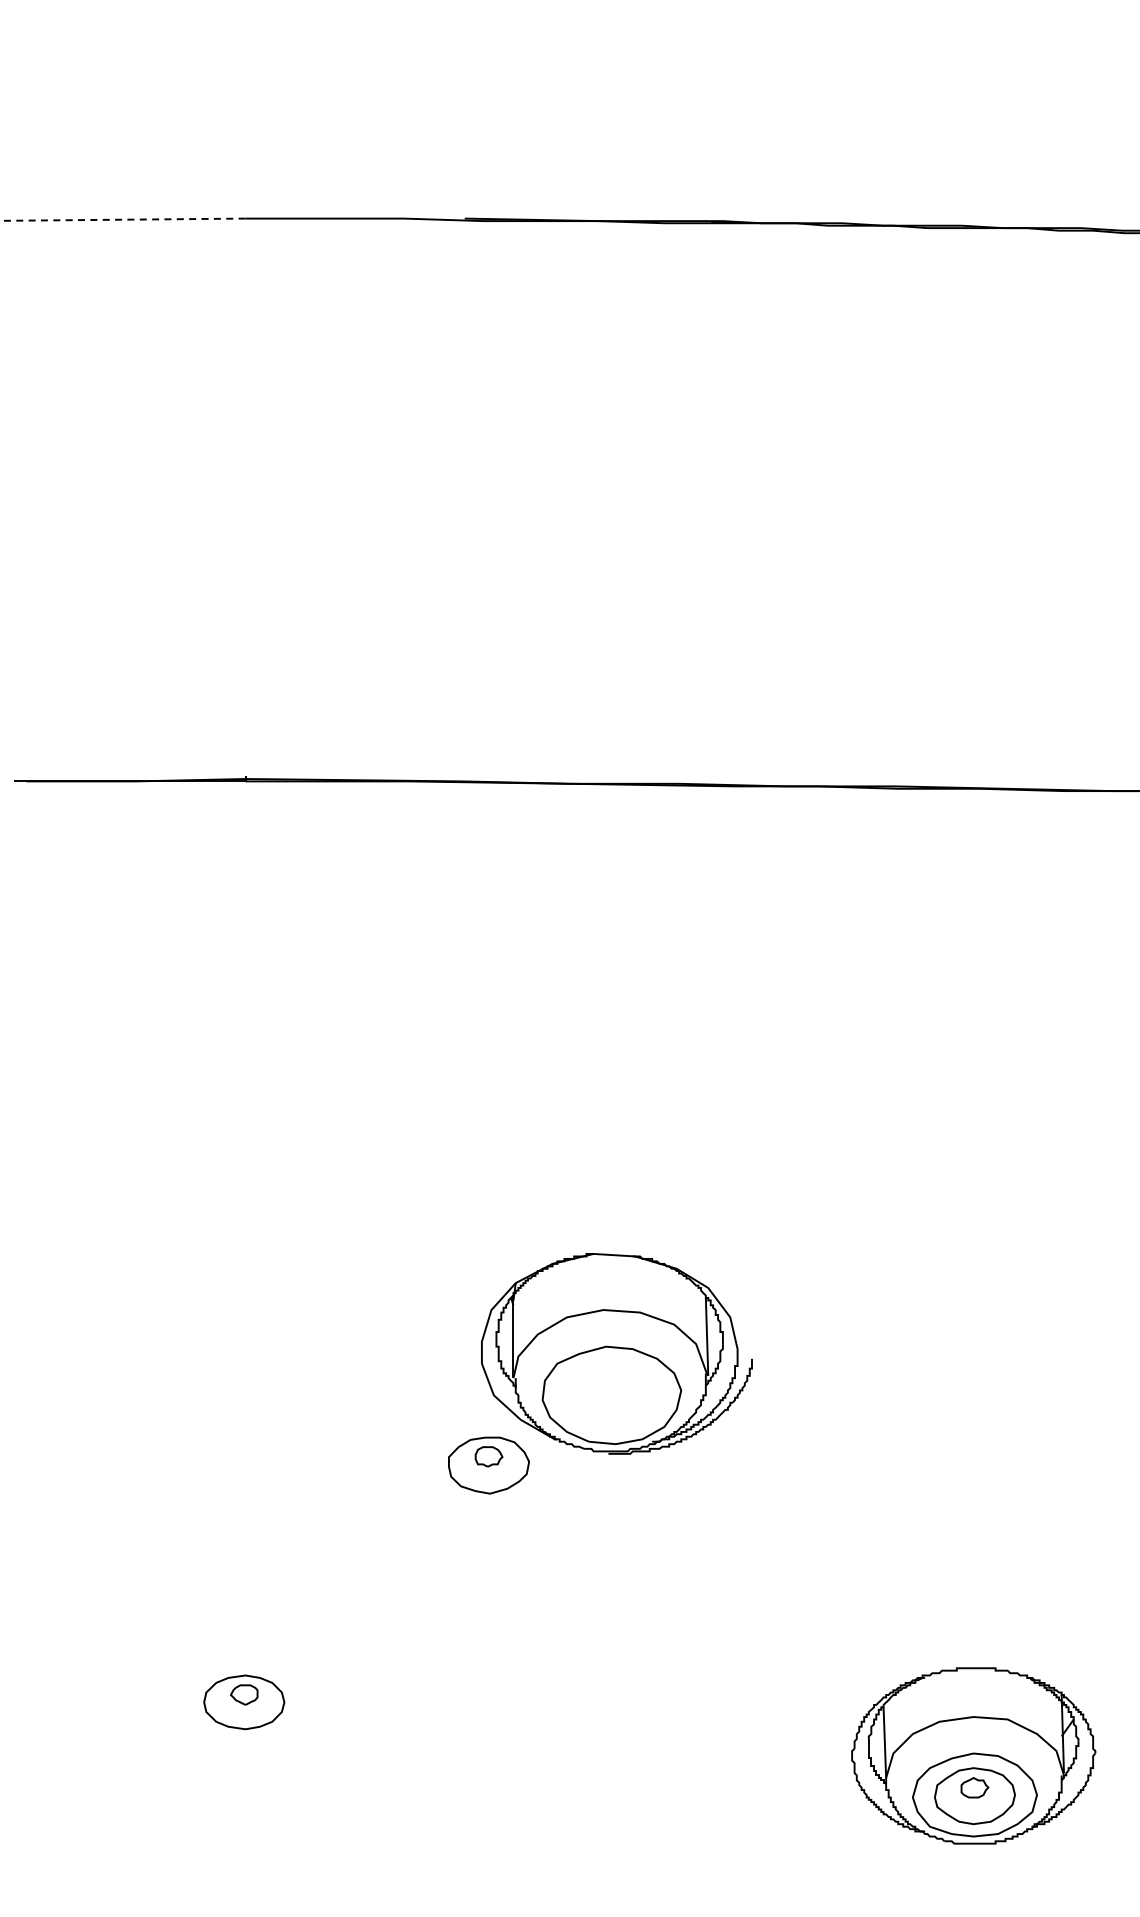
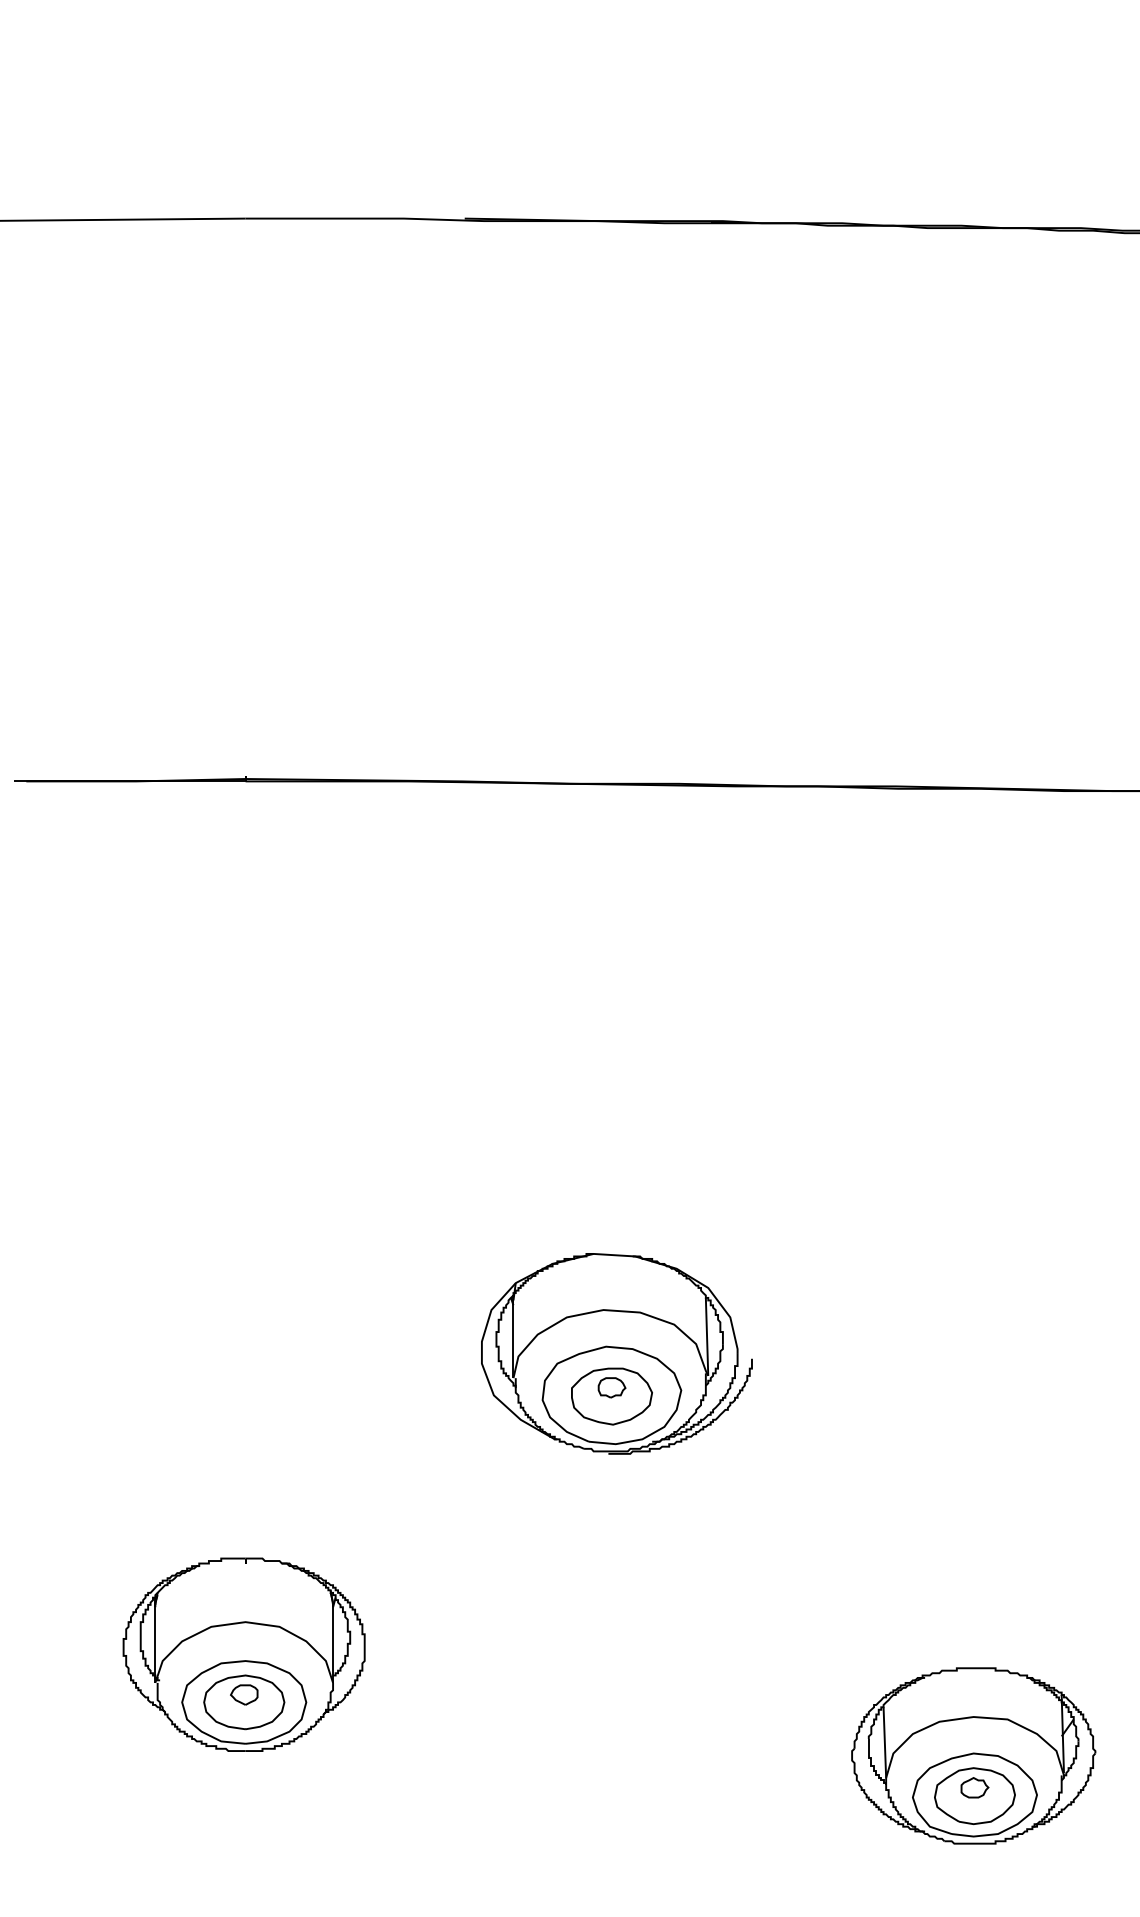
line at (122, 219): dashed -> solid
part at (488, 1465) position: (488, 1465) -> (611, 1396)
part at (243, 1654): none -> present
